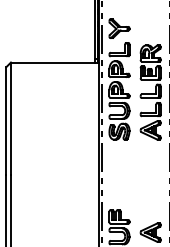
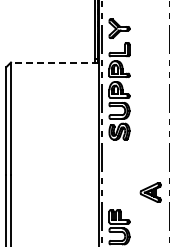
line at (54, 62): solid -> dashed
part at (150, 92): present -> none
part at (150, 232) position: (150, 232) -> (150, 192)
